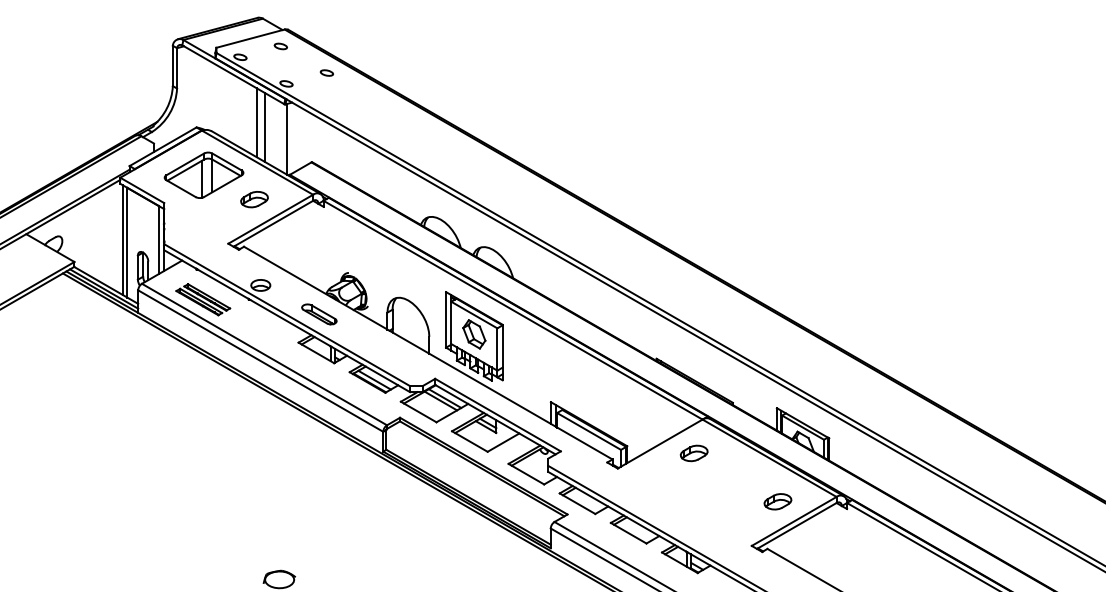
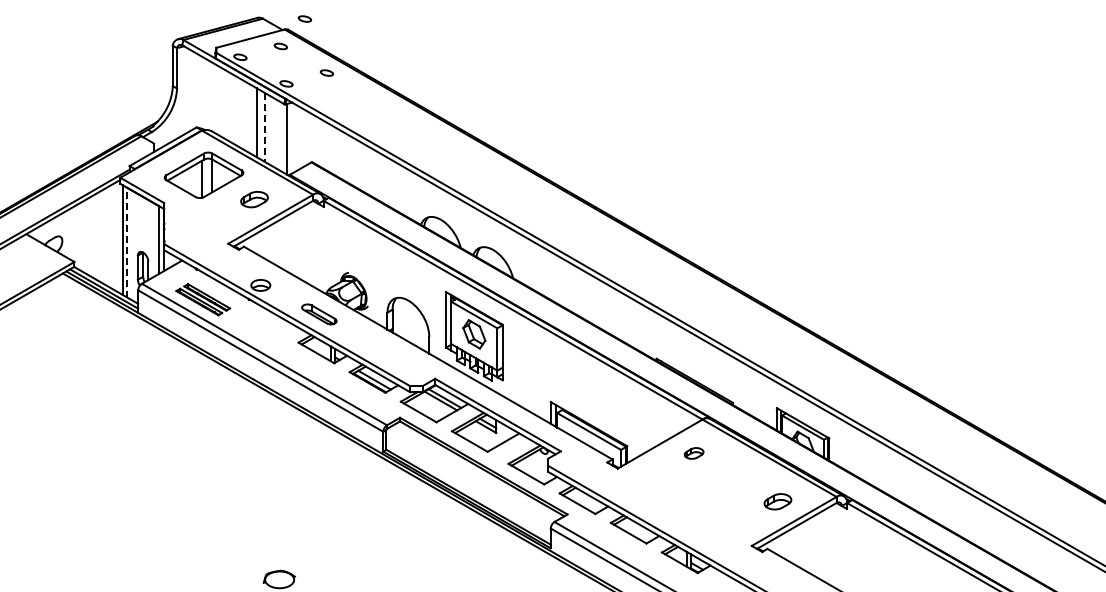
part at (304, 18): none -> present
line at (264, 128): solid -> dashed
line at (127, 242): solid -> dashed
part at (693, 453) size: 30x19 px -> 22x13 px
